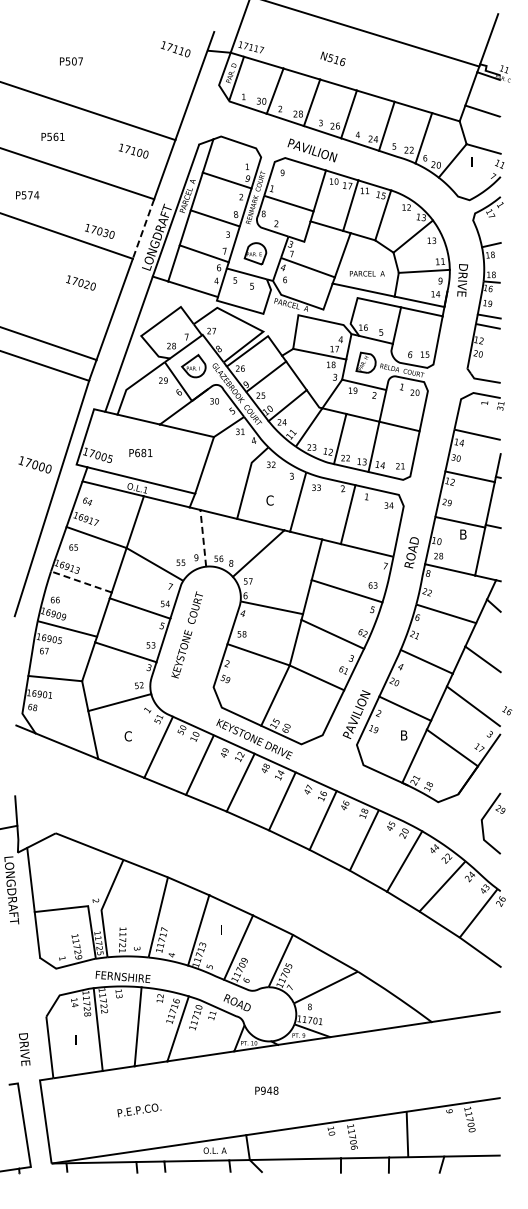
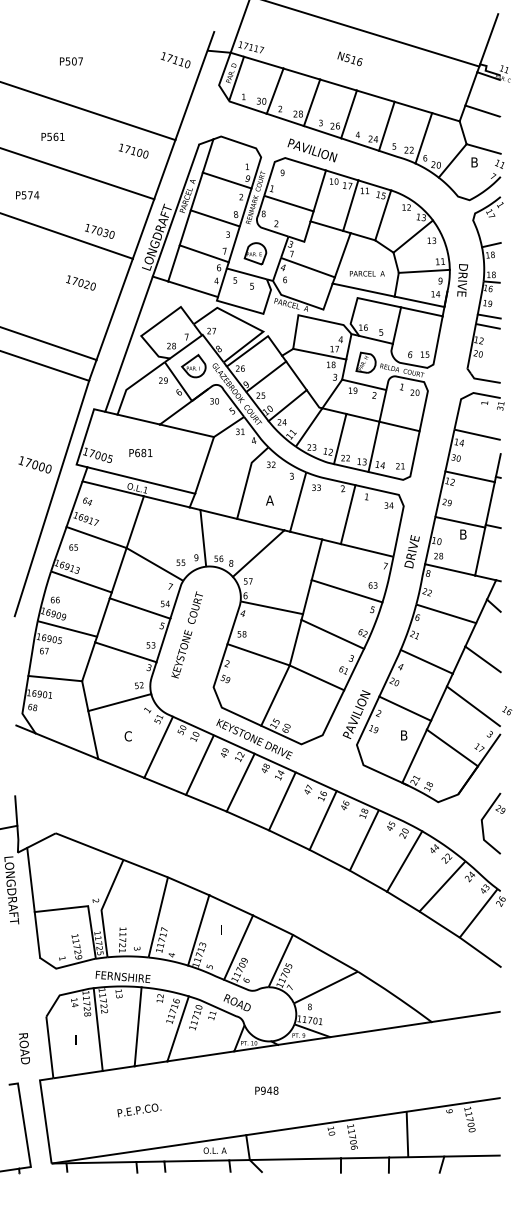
text at (175, 49) position: (175, 49) -> (175, 60)
text at (332, 58) position: (332, 58) -> (349, 58)
text at (474, 162): I -> B
line at (143, 229): dashed -> solid
text at (269, 500): C -> A
line at (203, 538): dashed -> solid
text at (412, 551): ROAD -> DRIVE
line at (80, 581): dashed -> solid
text at (24, 1050): DRIVE -> ROAD
